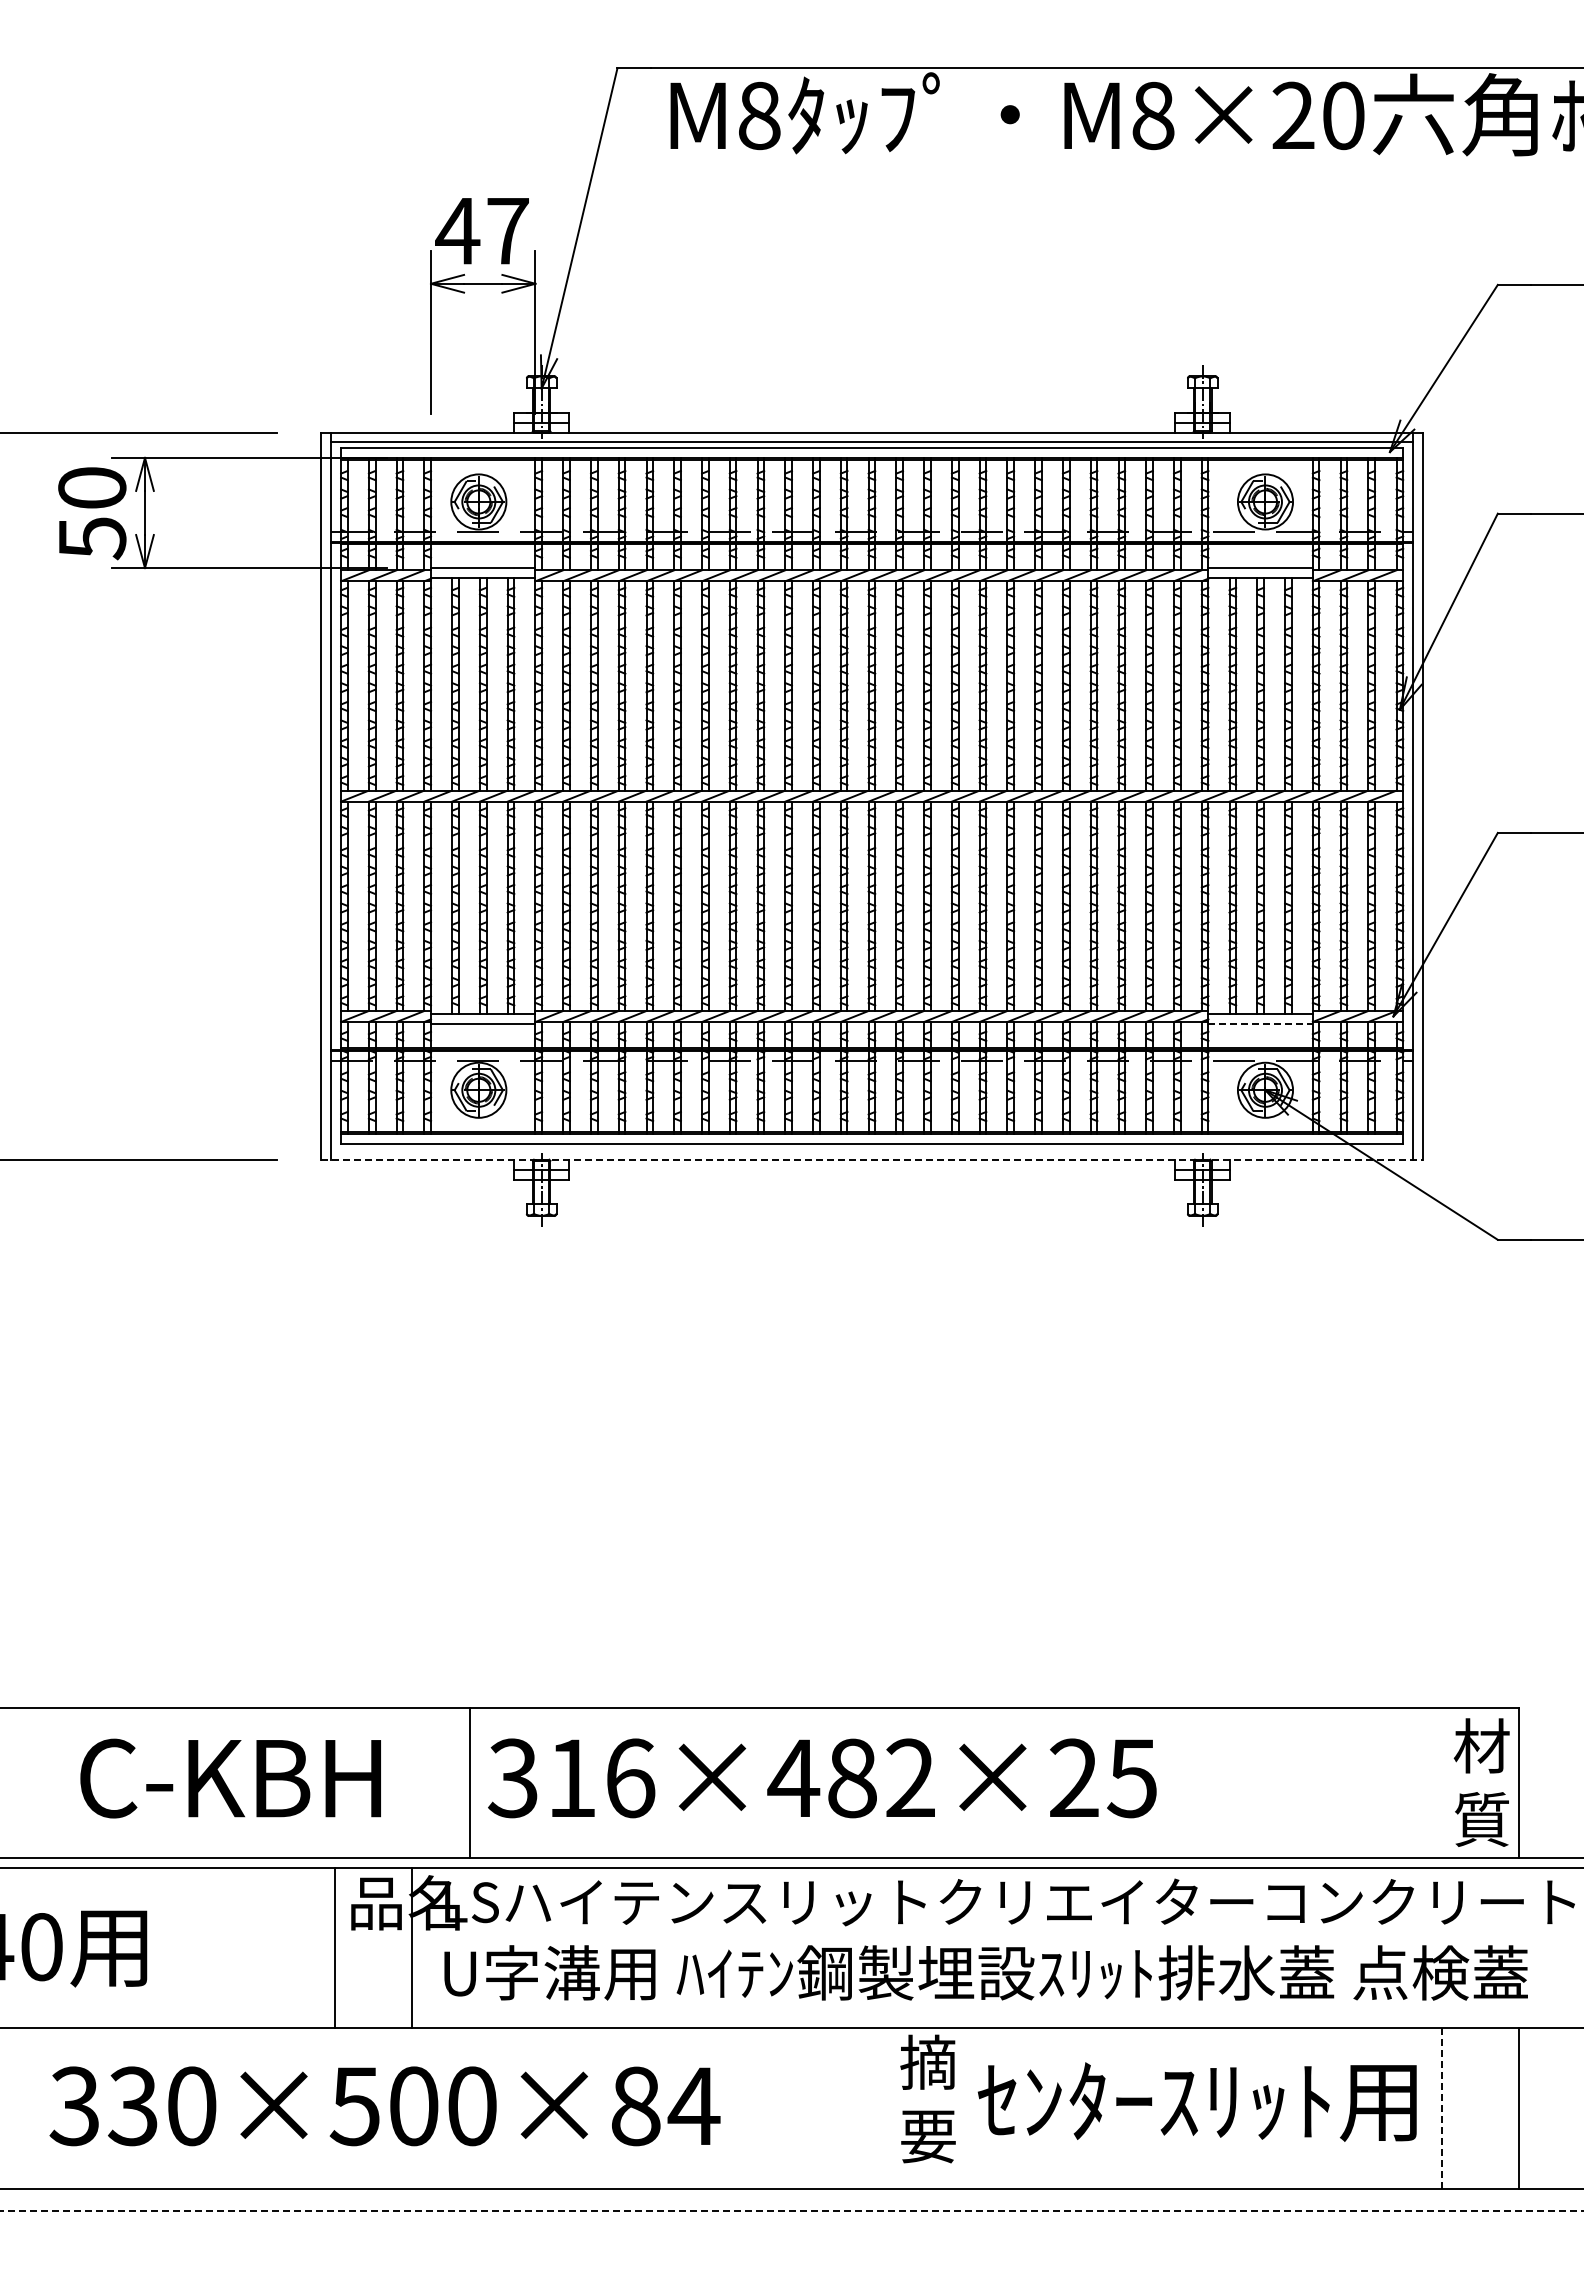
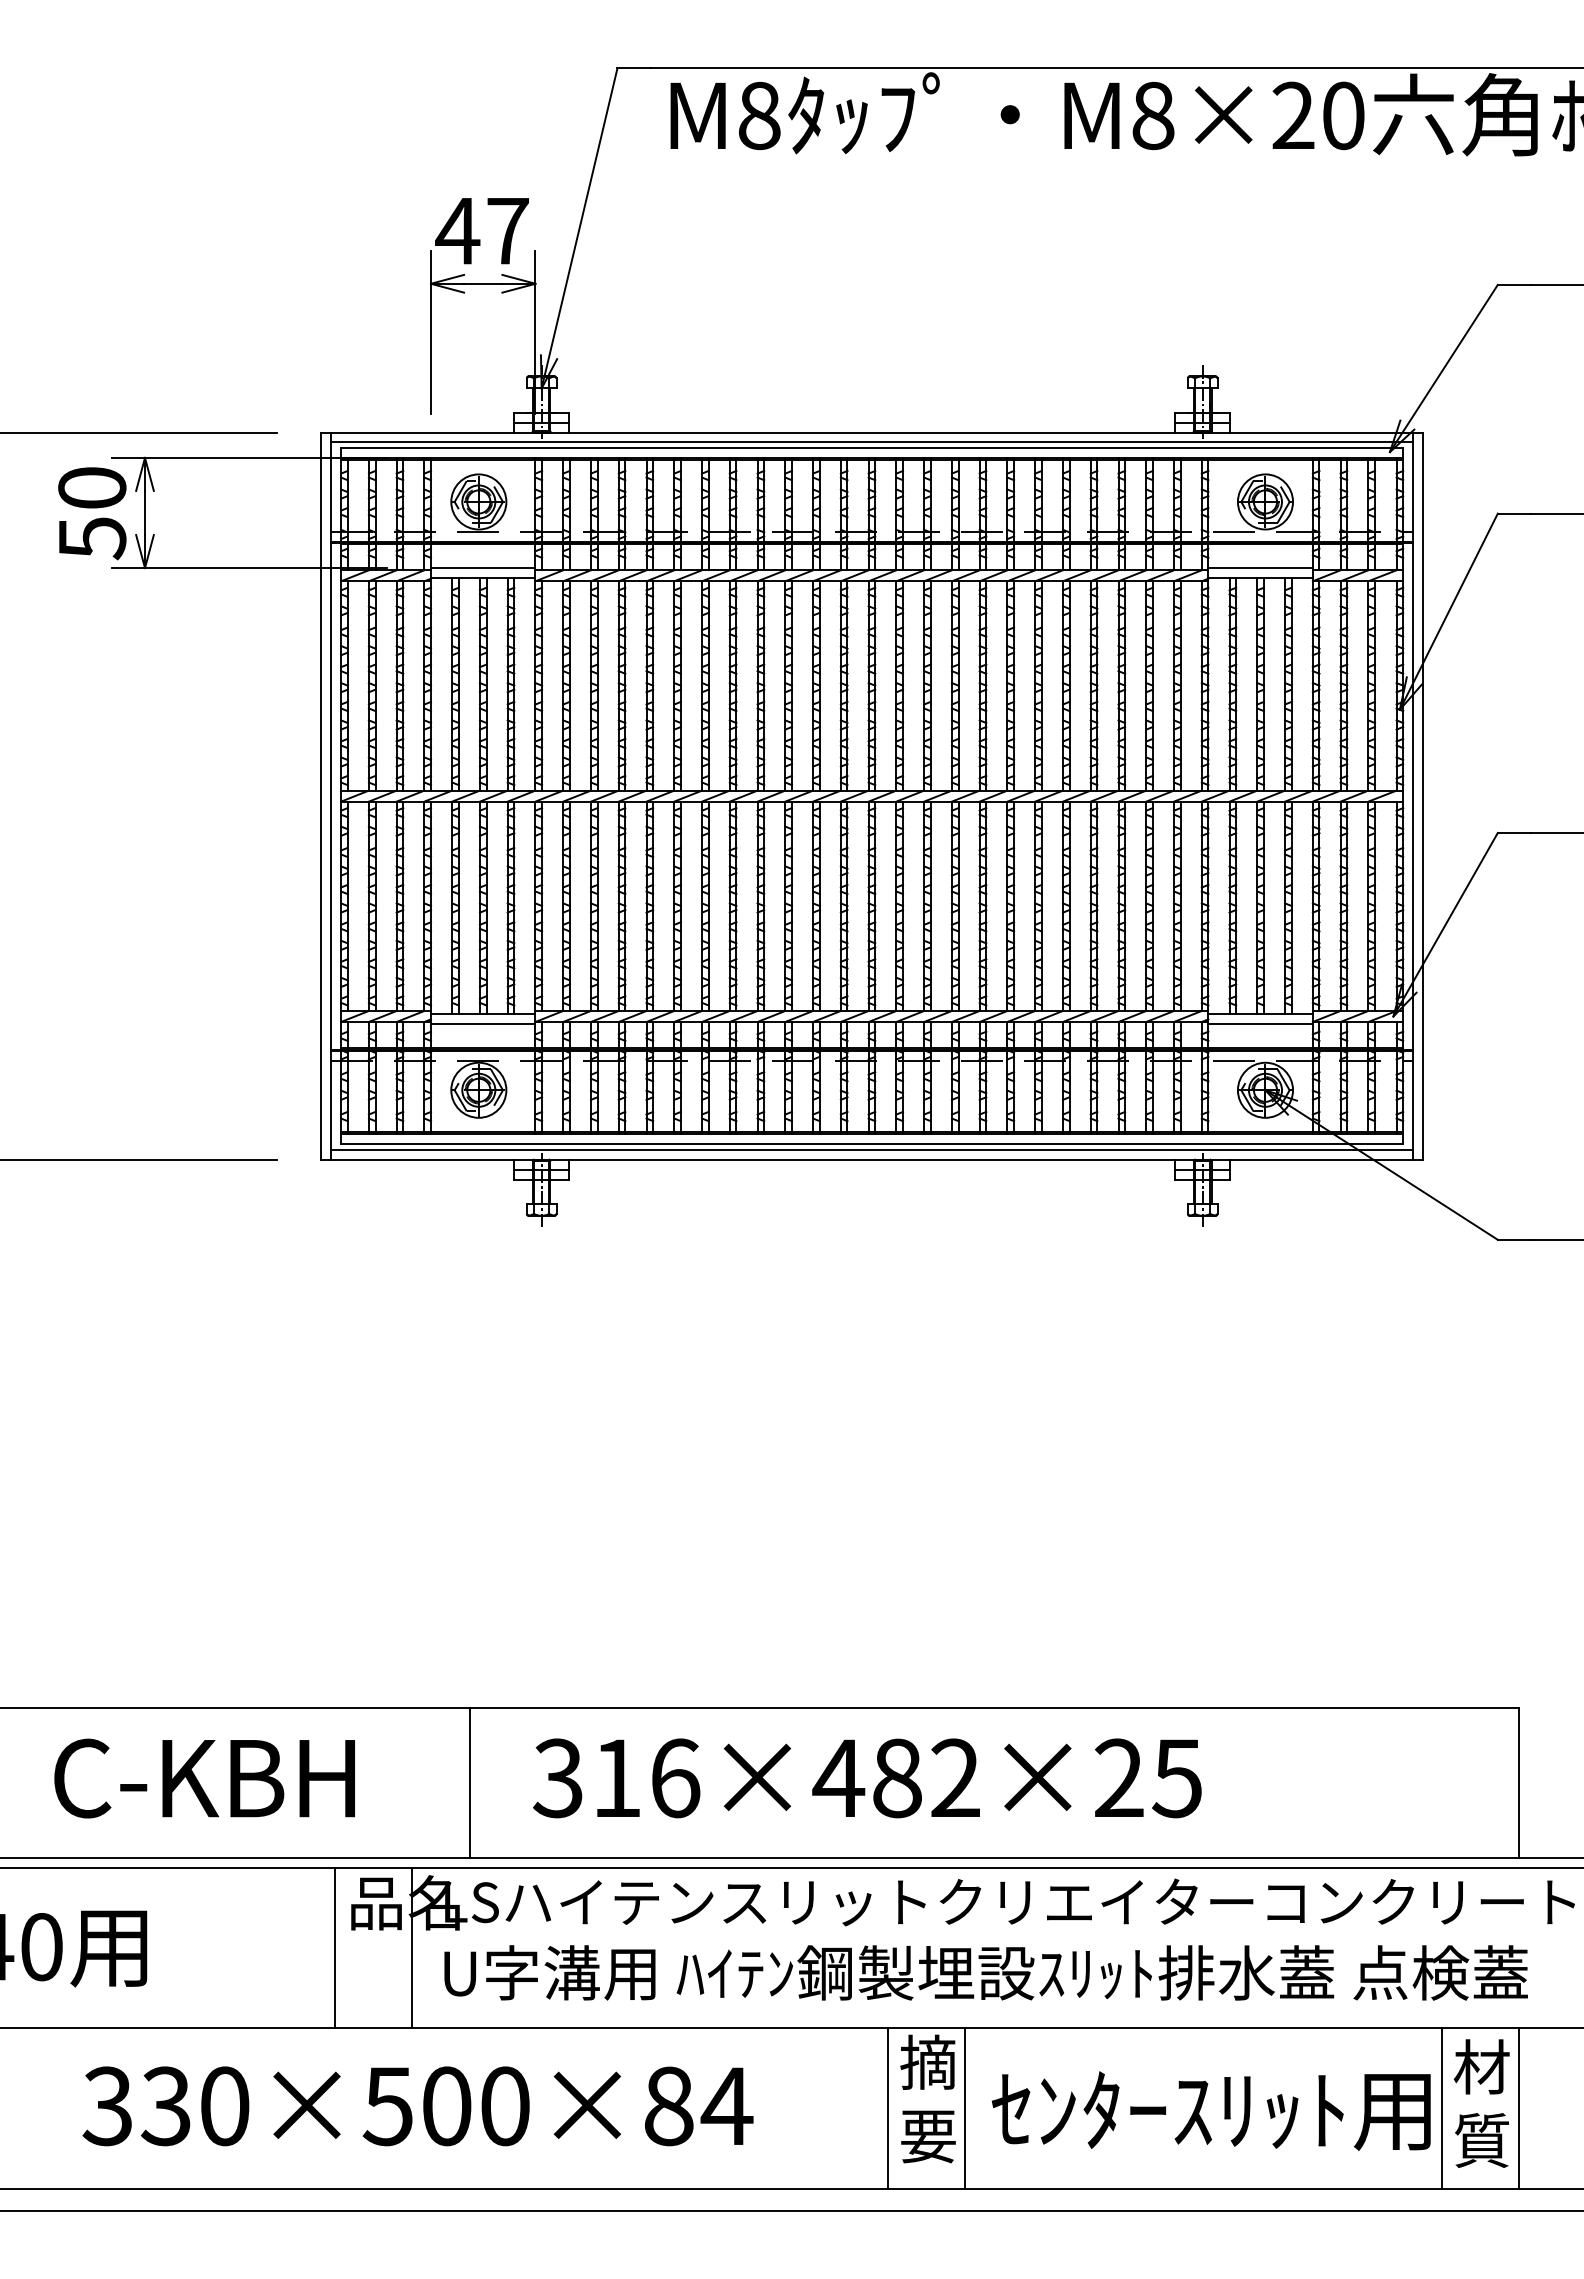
line at (1261, 1024): dashed -> solid
line at (872, 1149): none -> present
line at (872, 1159): dashed -> solid
text at (230, 1778) position: (230, 1778) -> (204, 1778)
text at (822, 1778) position: (822, 1778) -> (867, 1778)
text at (1481, 1782) position: (1481, 1782) -> (1481, 2103)
text at (1196, 2101) position: (1196, 2101) -> (1210, 2110)
text at (384, 2106) position: (384, 2106) -> (417, 2106)
line at (888, 2108): none -> present
line at (965, 2108): none -> present
line at (1441, 2108): dashed -> solid
line at (792, 2210): dashed -> solid
